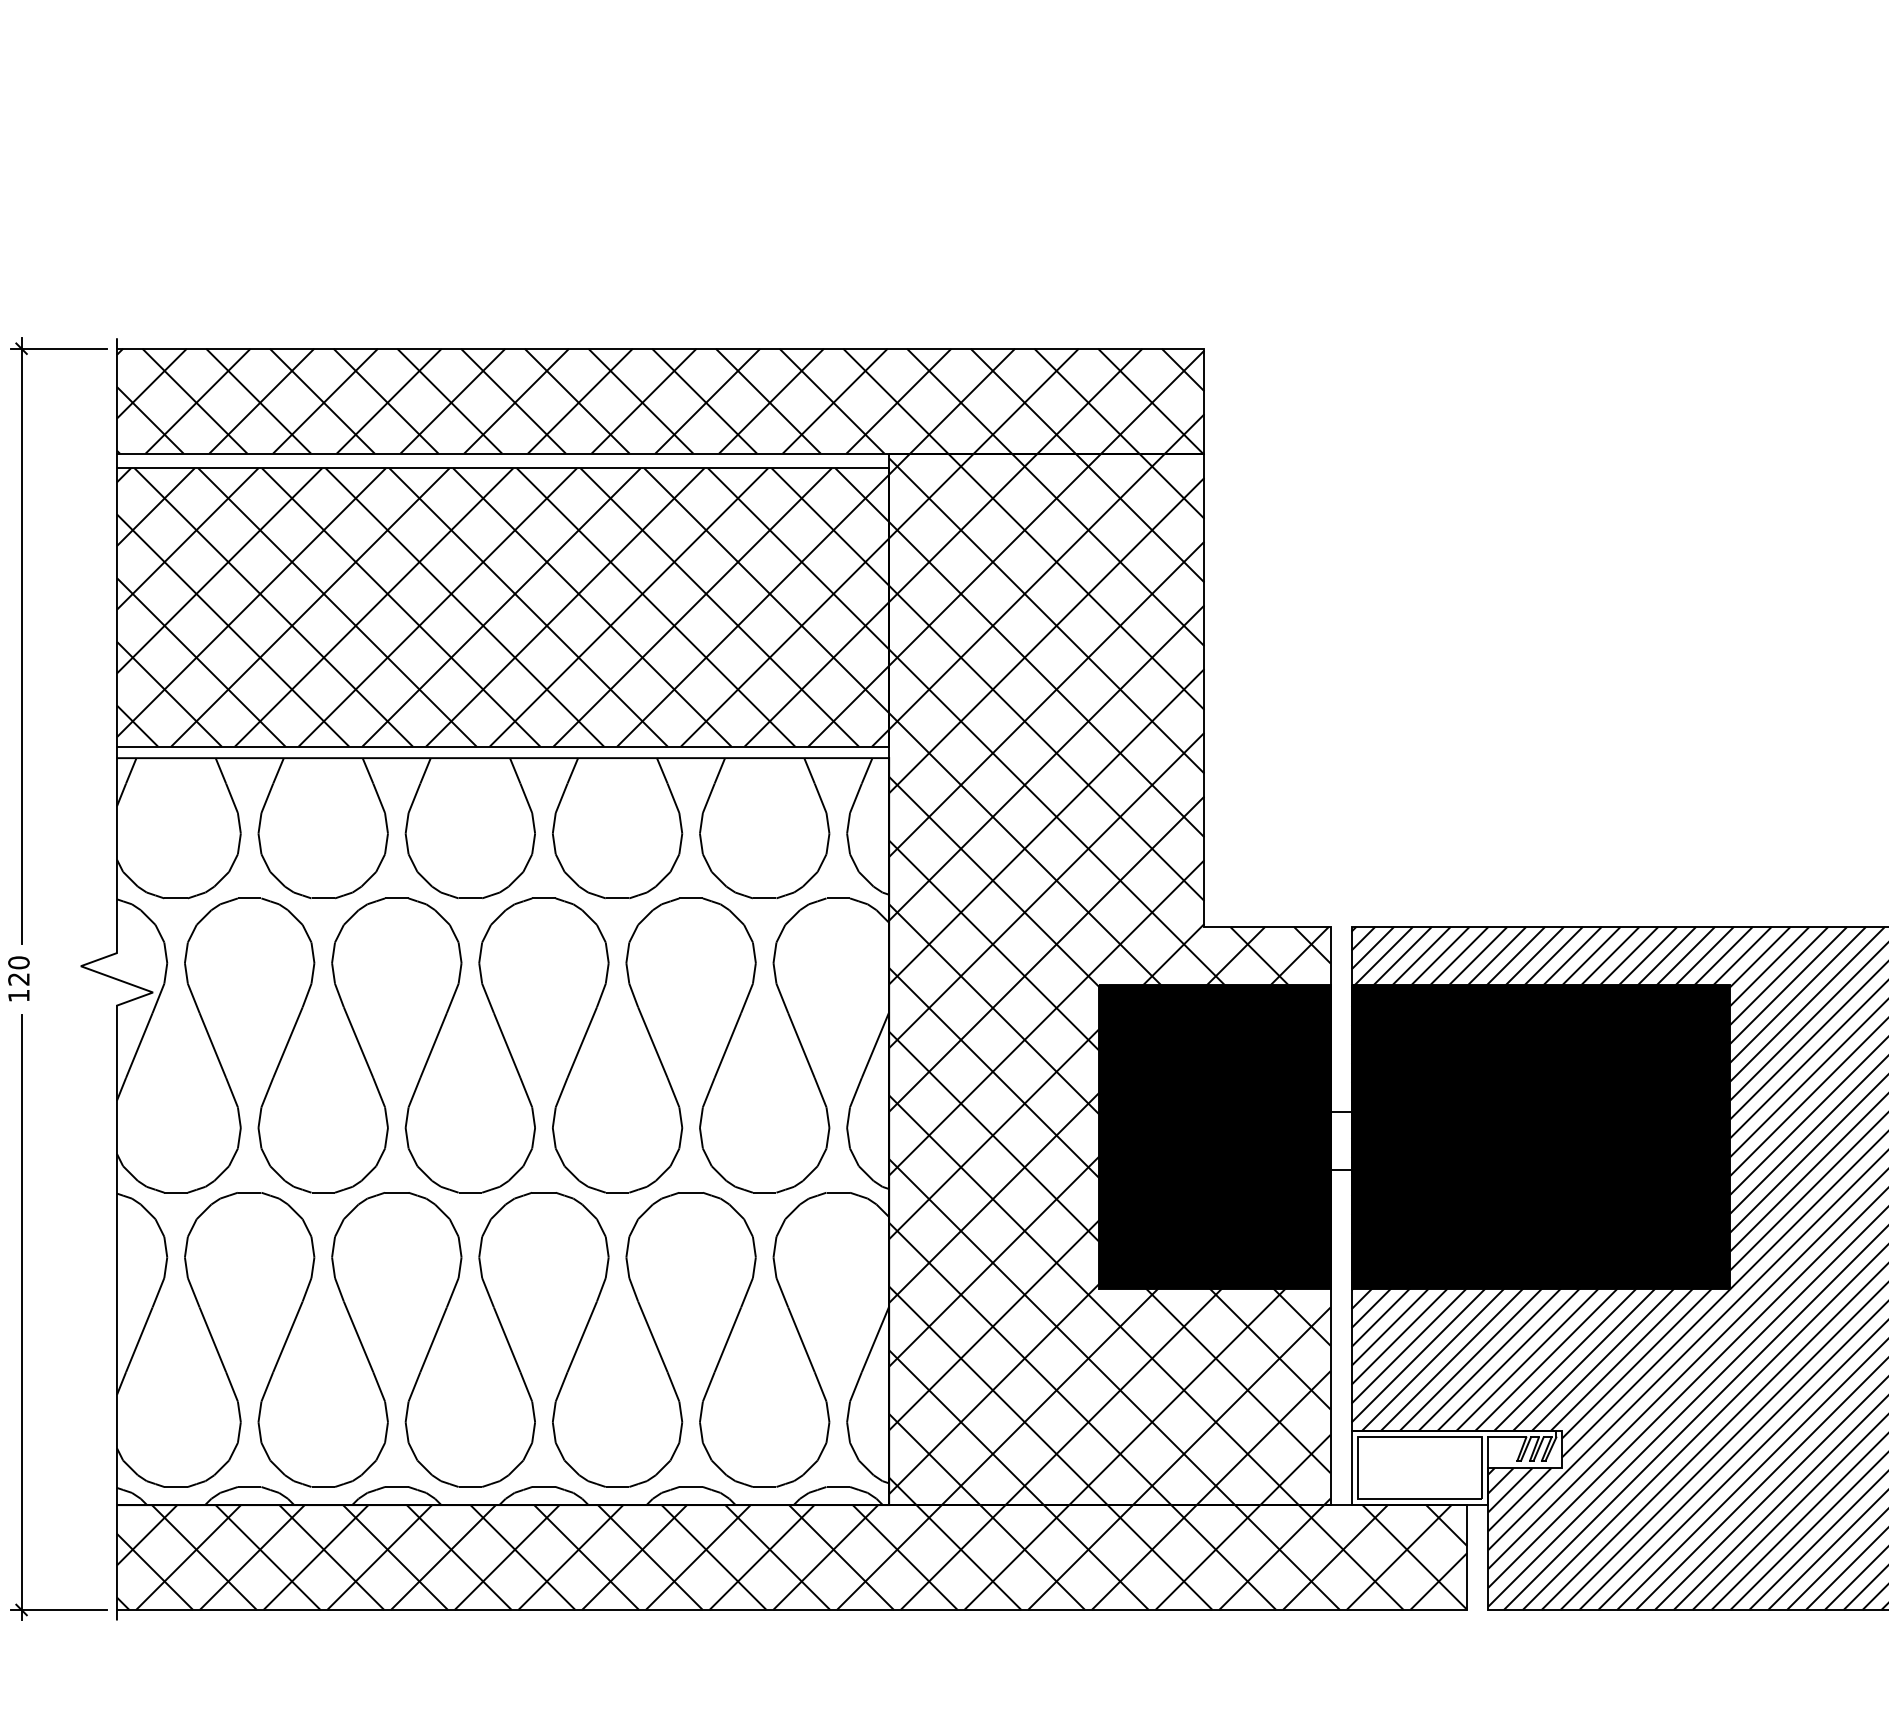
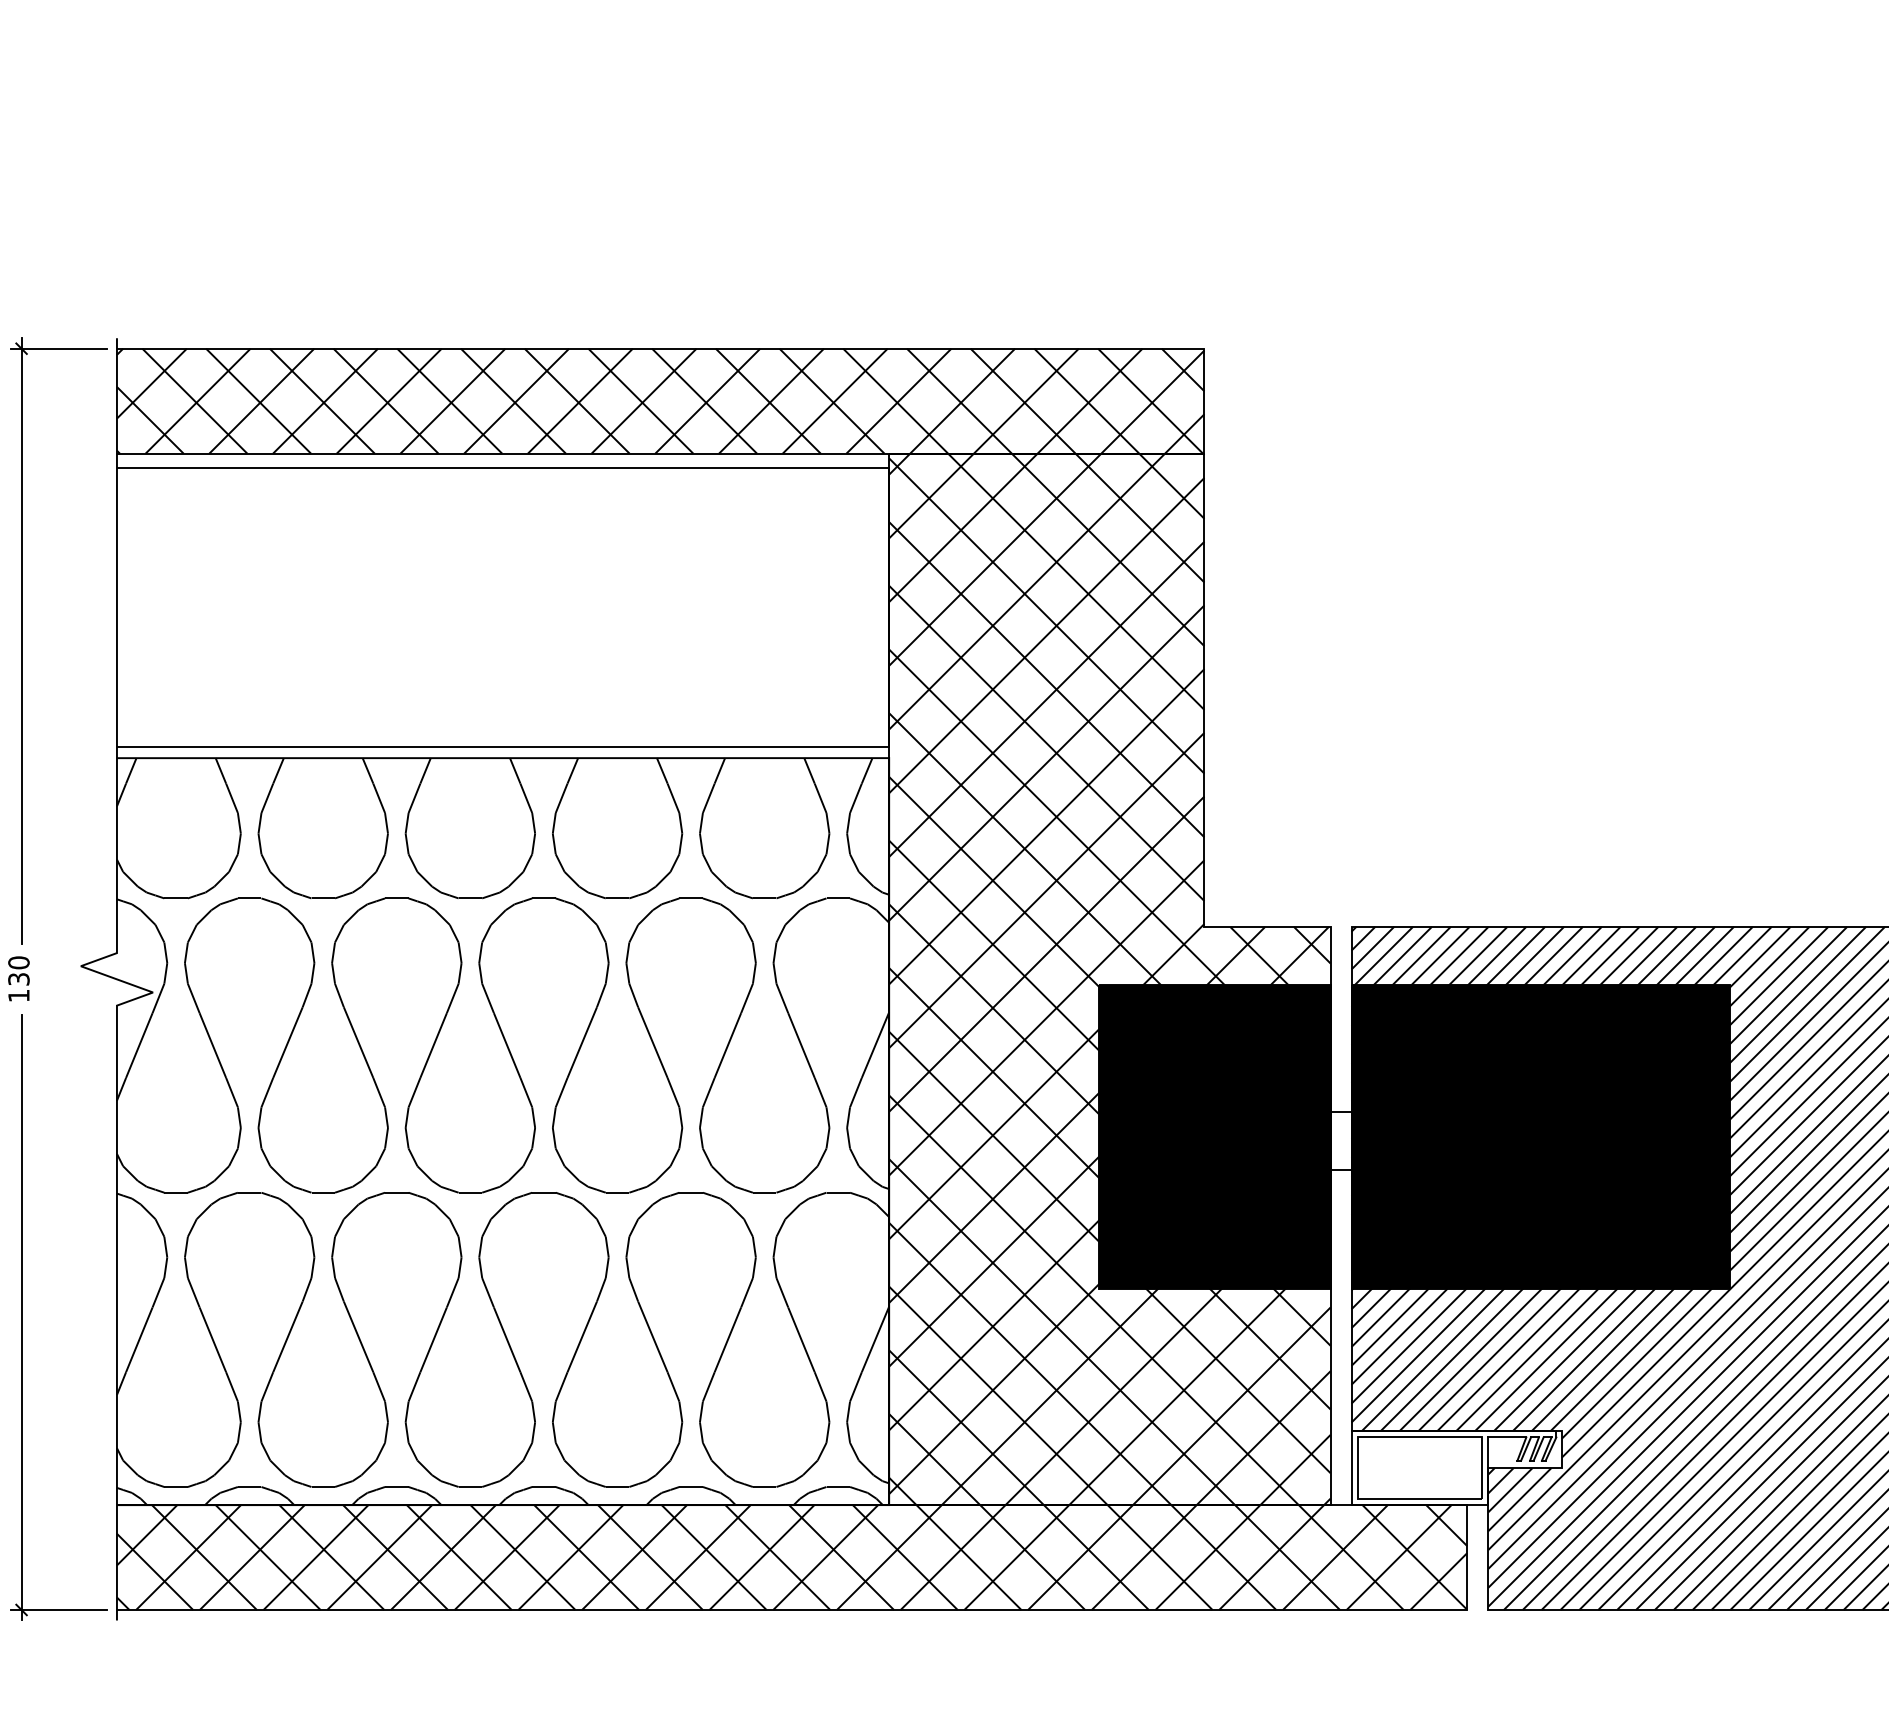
hatch at (502, 607): present -> none
text at (18, 979): 120 -> 130
